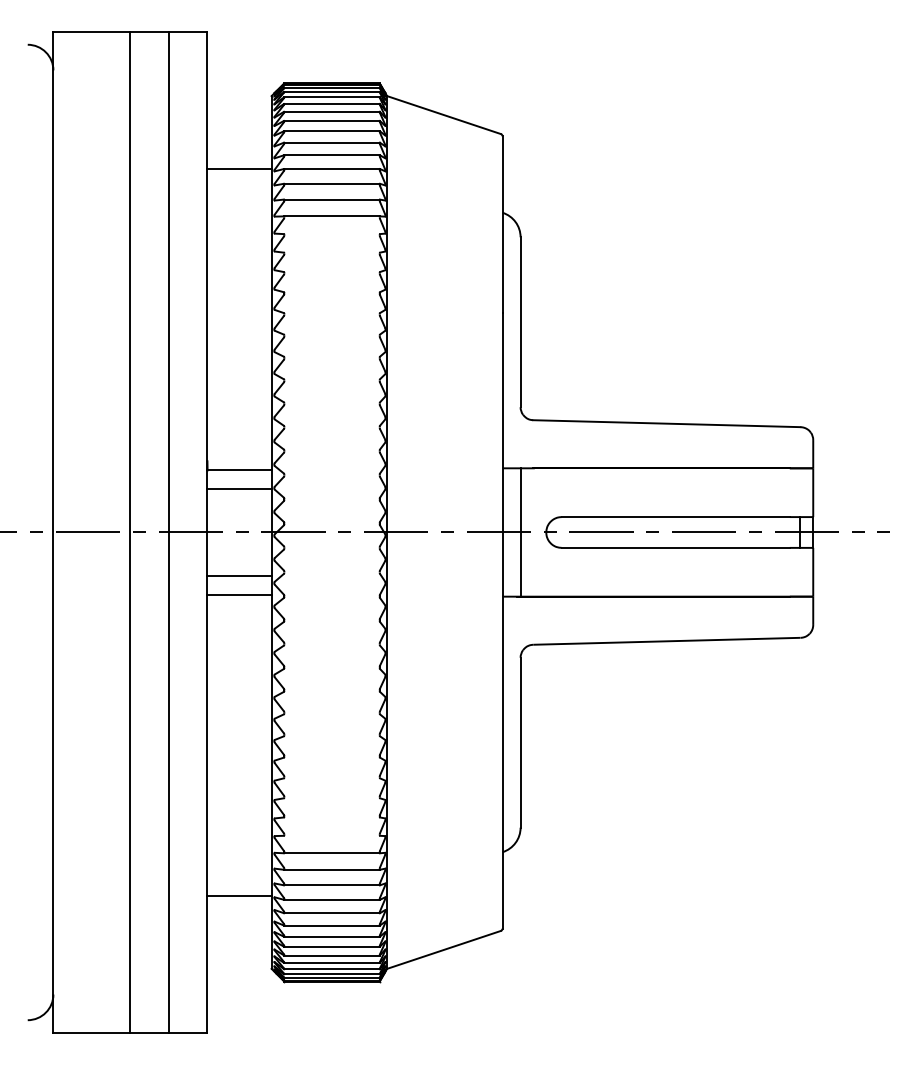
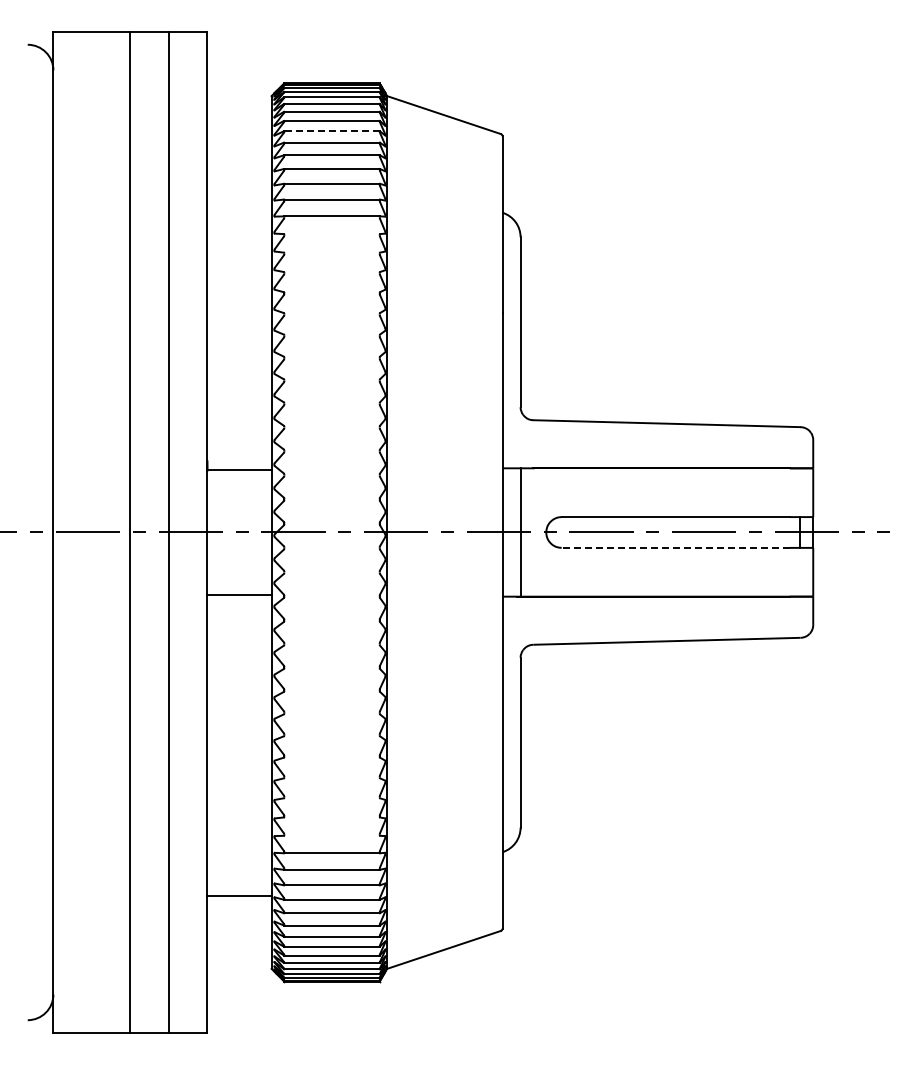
line at (332, 131): solid -> dashed
line at (239, 169): present -> none
line at (239, 488): present -> none
line at (675, 547): solid -> dashed
line at (239, 576): present -> none
